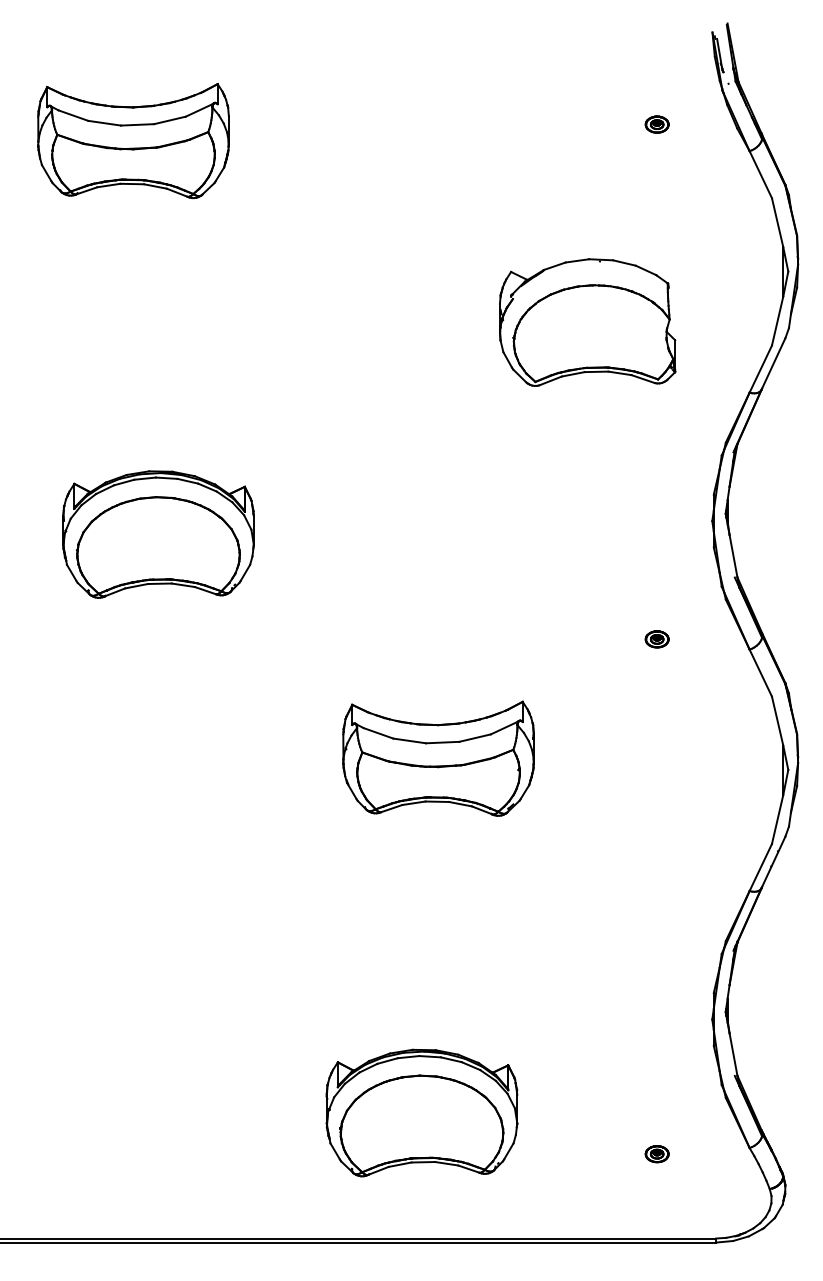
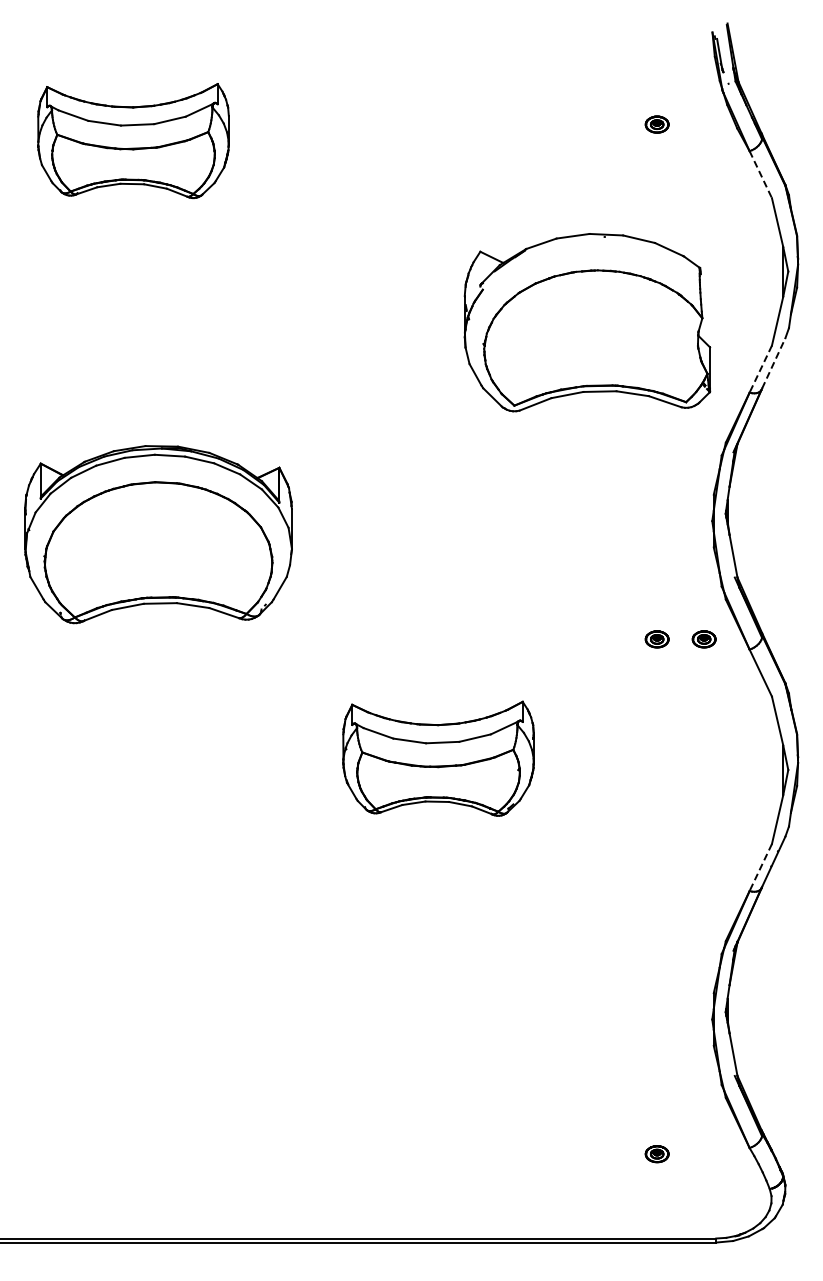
line at (761, 175): solid -> dashed
part at (587, 322) size: 178x129 px -> 249x180 px
line at (773, 363): solid -> dashed
line at (760, 369): solid -> dashed
part at (158, 534) size: 193x129 px -> 269x180 px
part at (703, 639): none -> present
line at (760, 868): solid -> dashed
part at (421, 1112): present -> none
